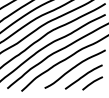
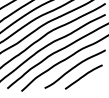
line at (92, 83): present -> none
